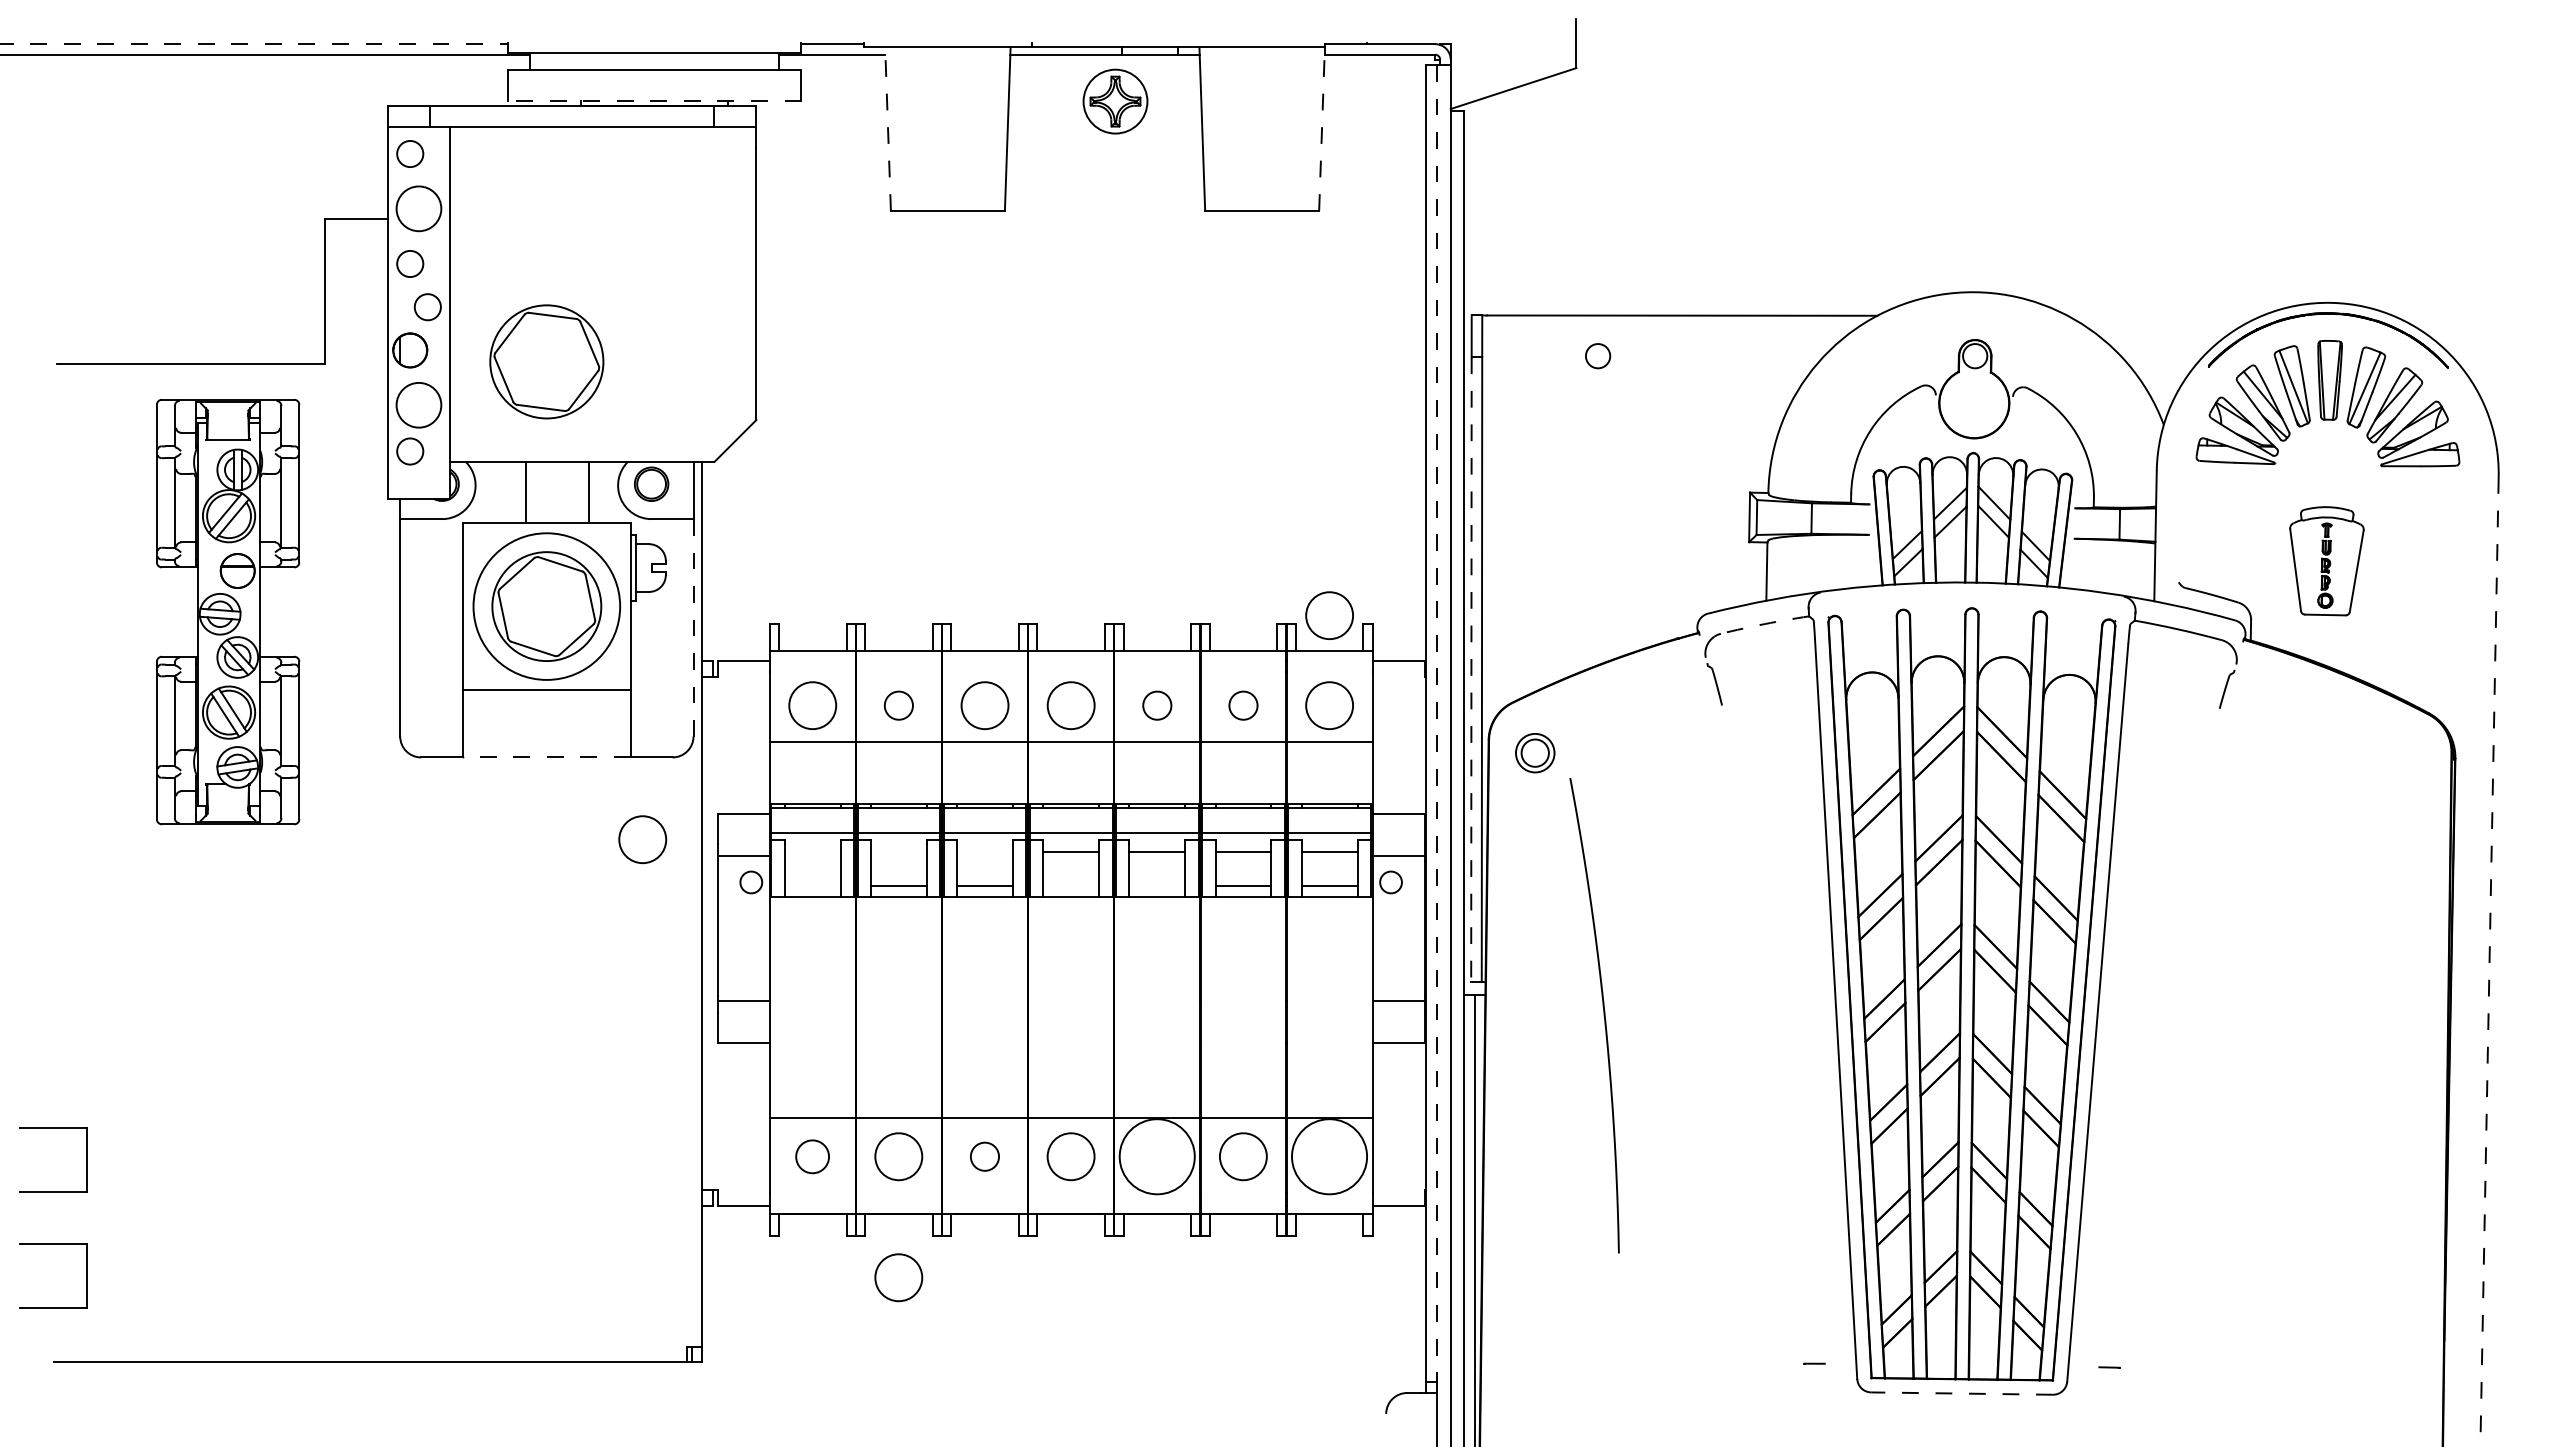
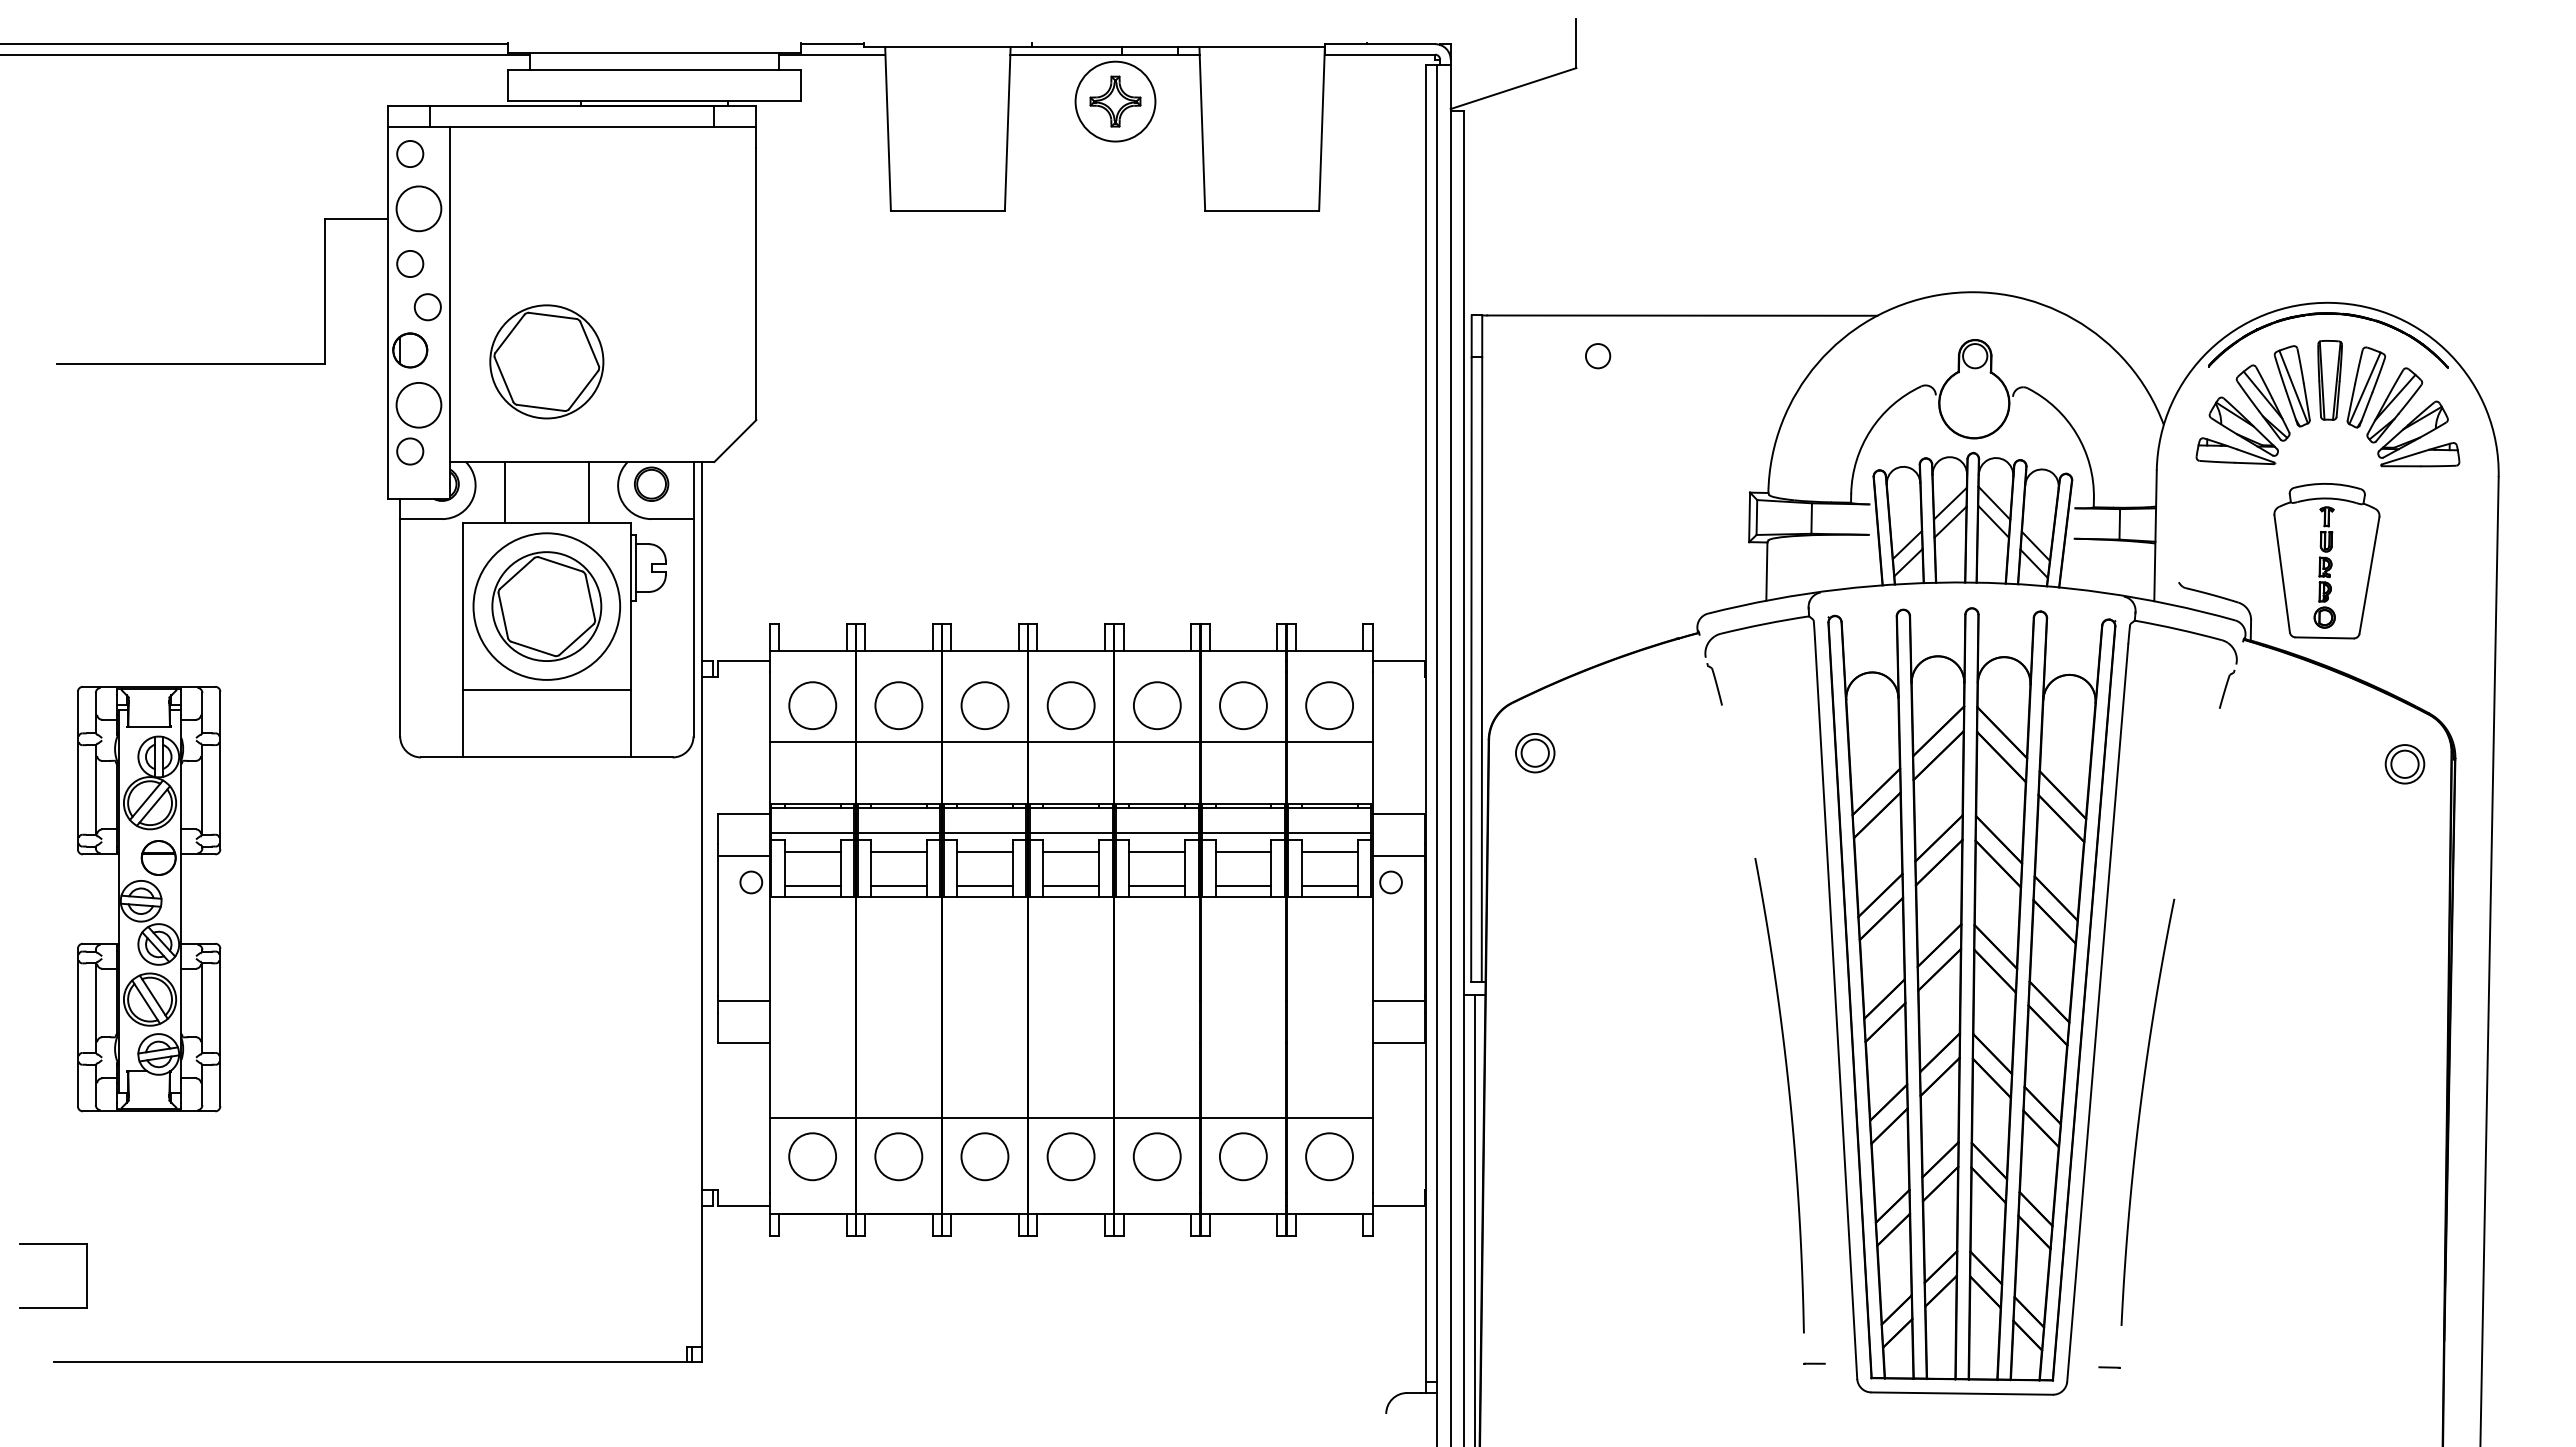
line at (254, 44): dashed -> solid
line at (654, 101): dashed -> solid
circle at (1115, 101) diameter: 64 px -> 80 px
line at (888, 129): dashed -> solid
line at (1322, 129): dashed -> solid
line at (525, 491) position: (525, 491) -> (504, 491)
part at (2326, 561) size: 76x111 px -> 108x157 px
part at (228, 612) position: (228, 612) -> (149, 899)
circle at (1329, 615): present -> none
arc at (1764, 624): dashed -> solid
line at (693, 627): dashed -> solid
line at (1471, 670): dashed -> solid
circle at (898, 705) diameter: 28 px -> 47 px
circle at (1157, 705) diameter: 28 px -> 47 px
circle at (1243, 705) diameter: 28 px -> 47 px
line at (1436, 723): dashed -> solid
line at (546, 757): dashed -> solid
part at (2404, 764): none -> present
circle at (642, 839): present -> none
line at (812, 851): none -> present
line at (898, 851): none -> present
line at (984, 851): none -> present
line at (812, 886): none -> present
line at (1071, 886): none -> present
line at (1157, 886): none -> present
line at (2489, 961): dashed -> solid
curve at (1603, 1015) position: (1603, 1015) -> (1788, 1095)
curve at (2141, 1108): none -> present
part at (53, 1128): present -> none
circle at (812, 1156) size: 35x36 px -> 49x50 px
circle at (984, 1156) diameter: 28 px -> 47 px
circle at (1156, 1156) diameter: 75 px -> 47 px
circle at (1329, 1156) diameter: 75 px -> 47 px
circle at (898, 1277): present -> none
line at (1962, 1393): dashed -> solid
